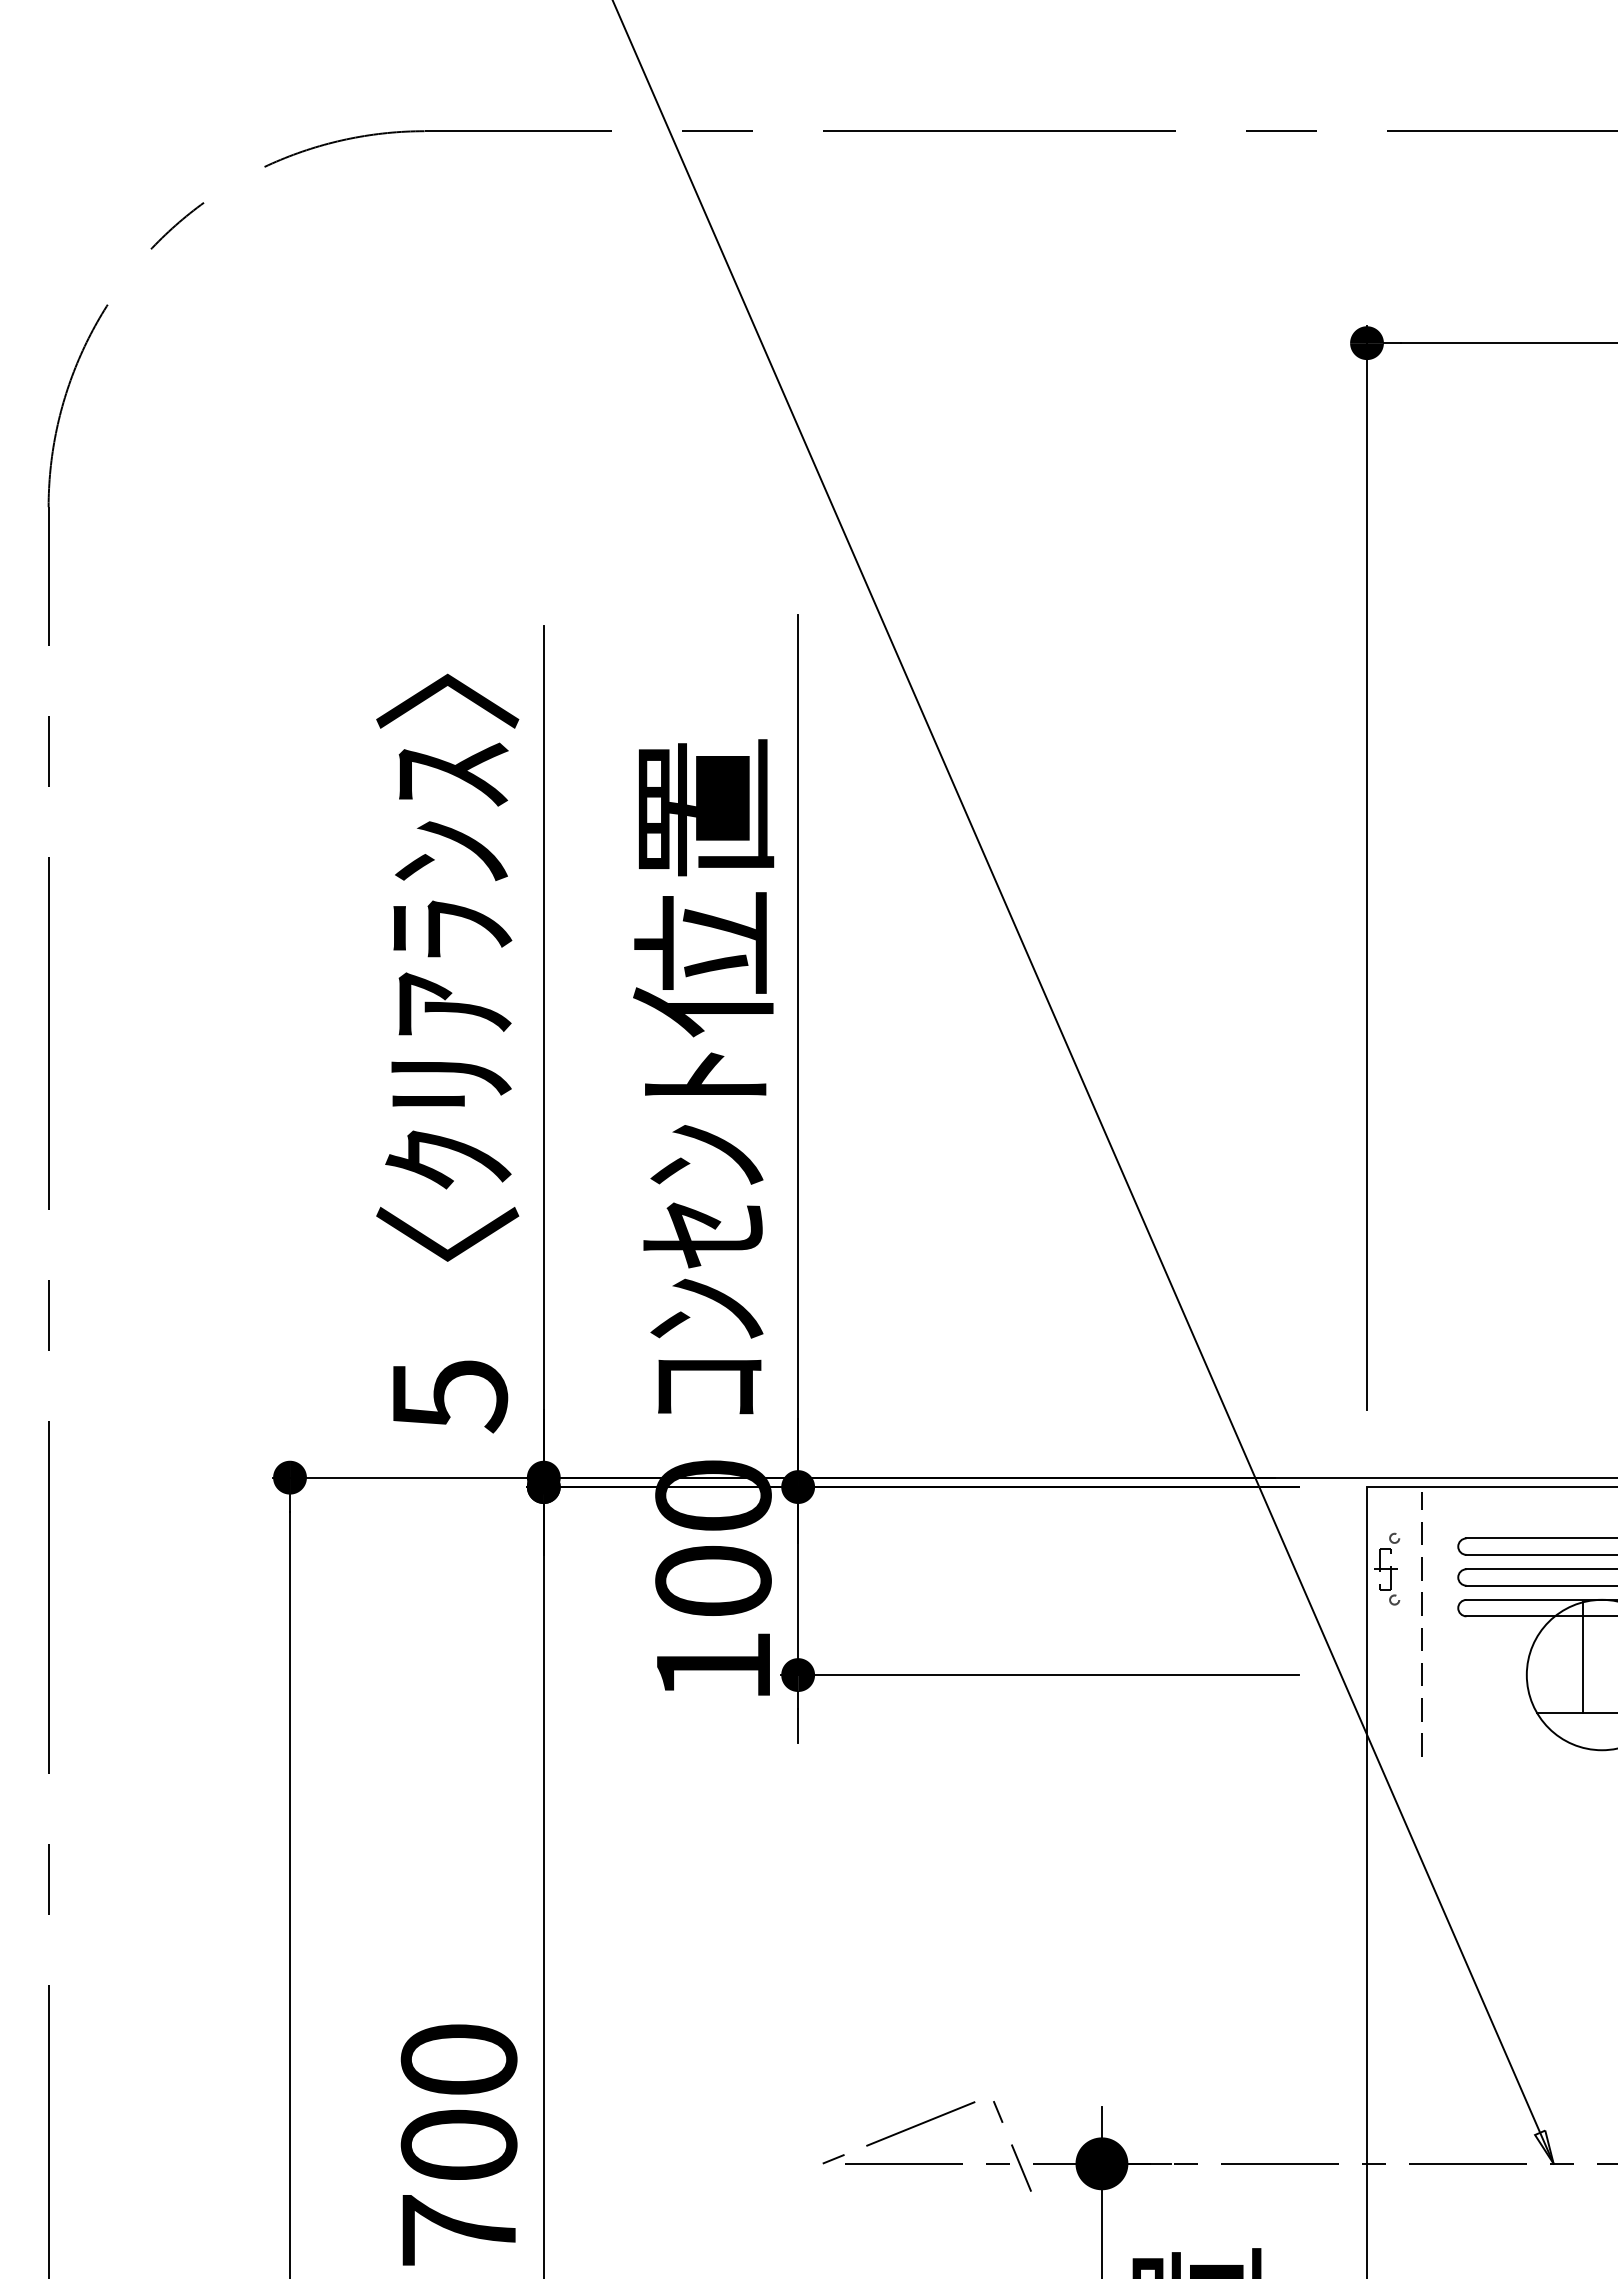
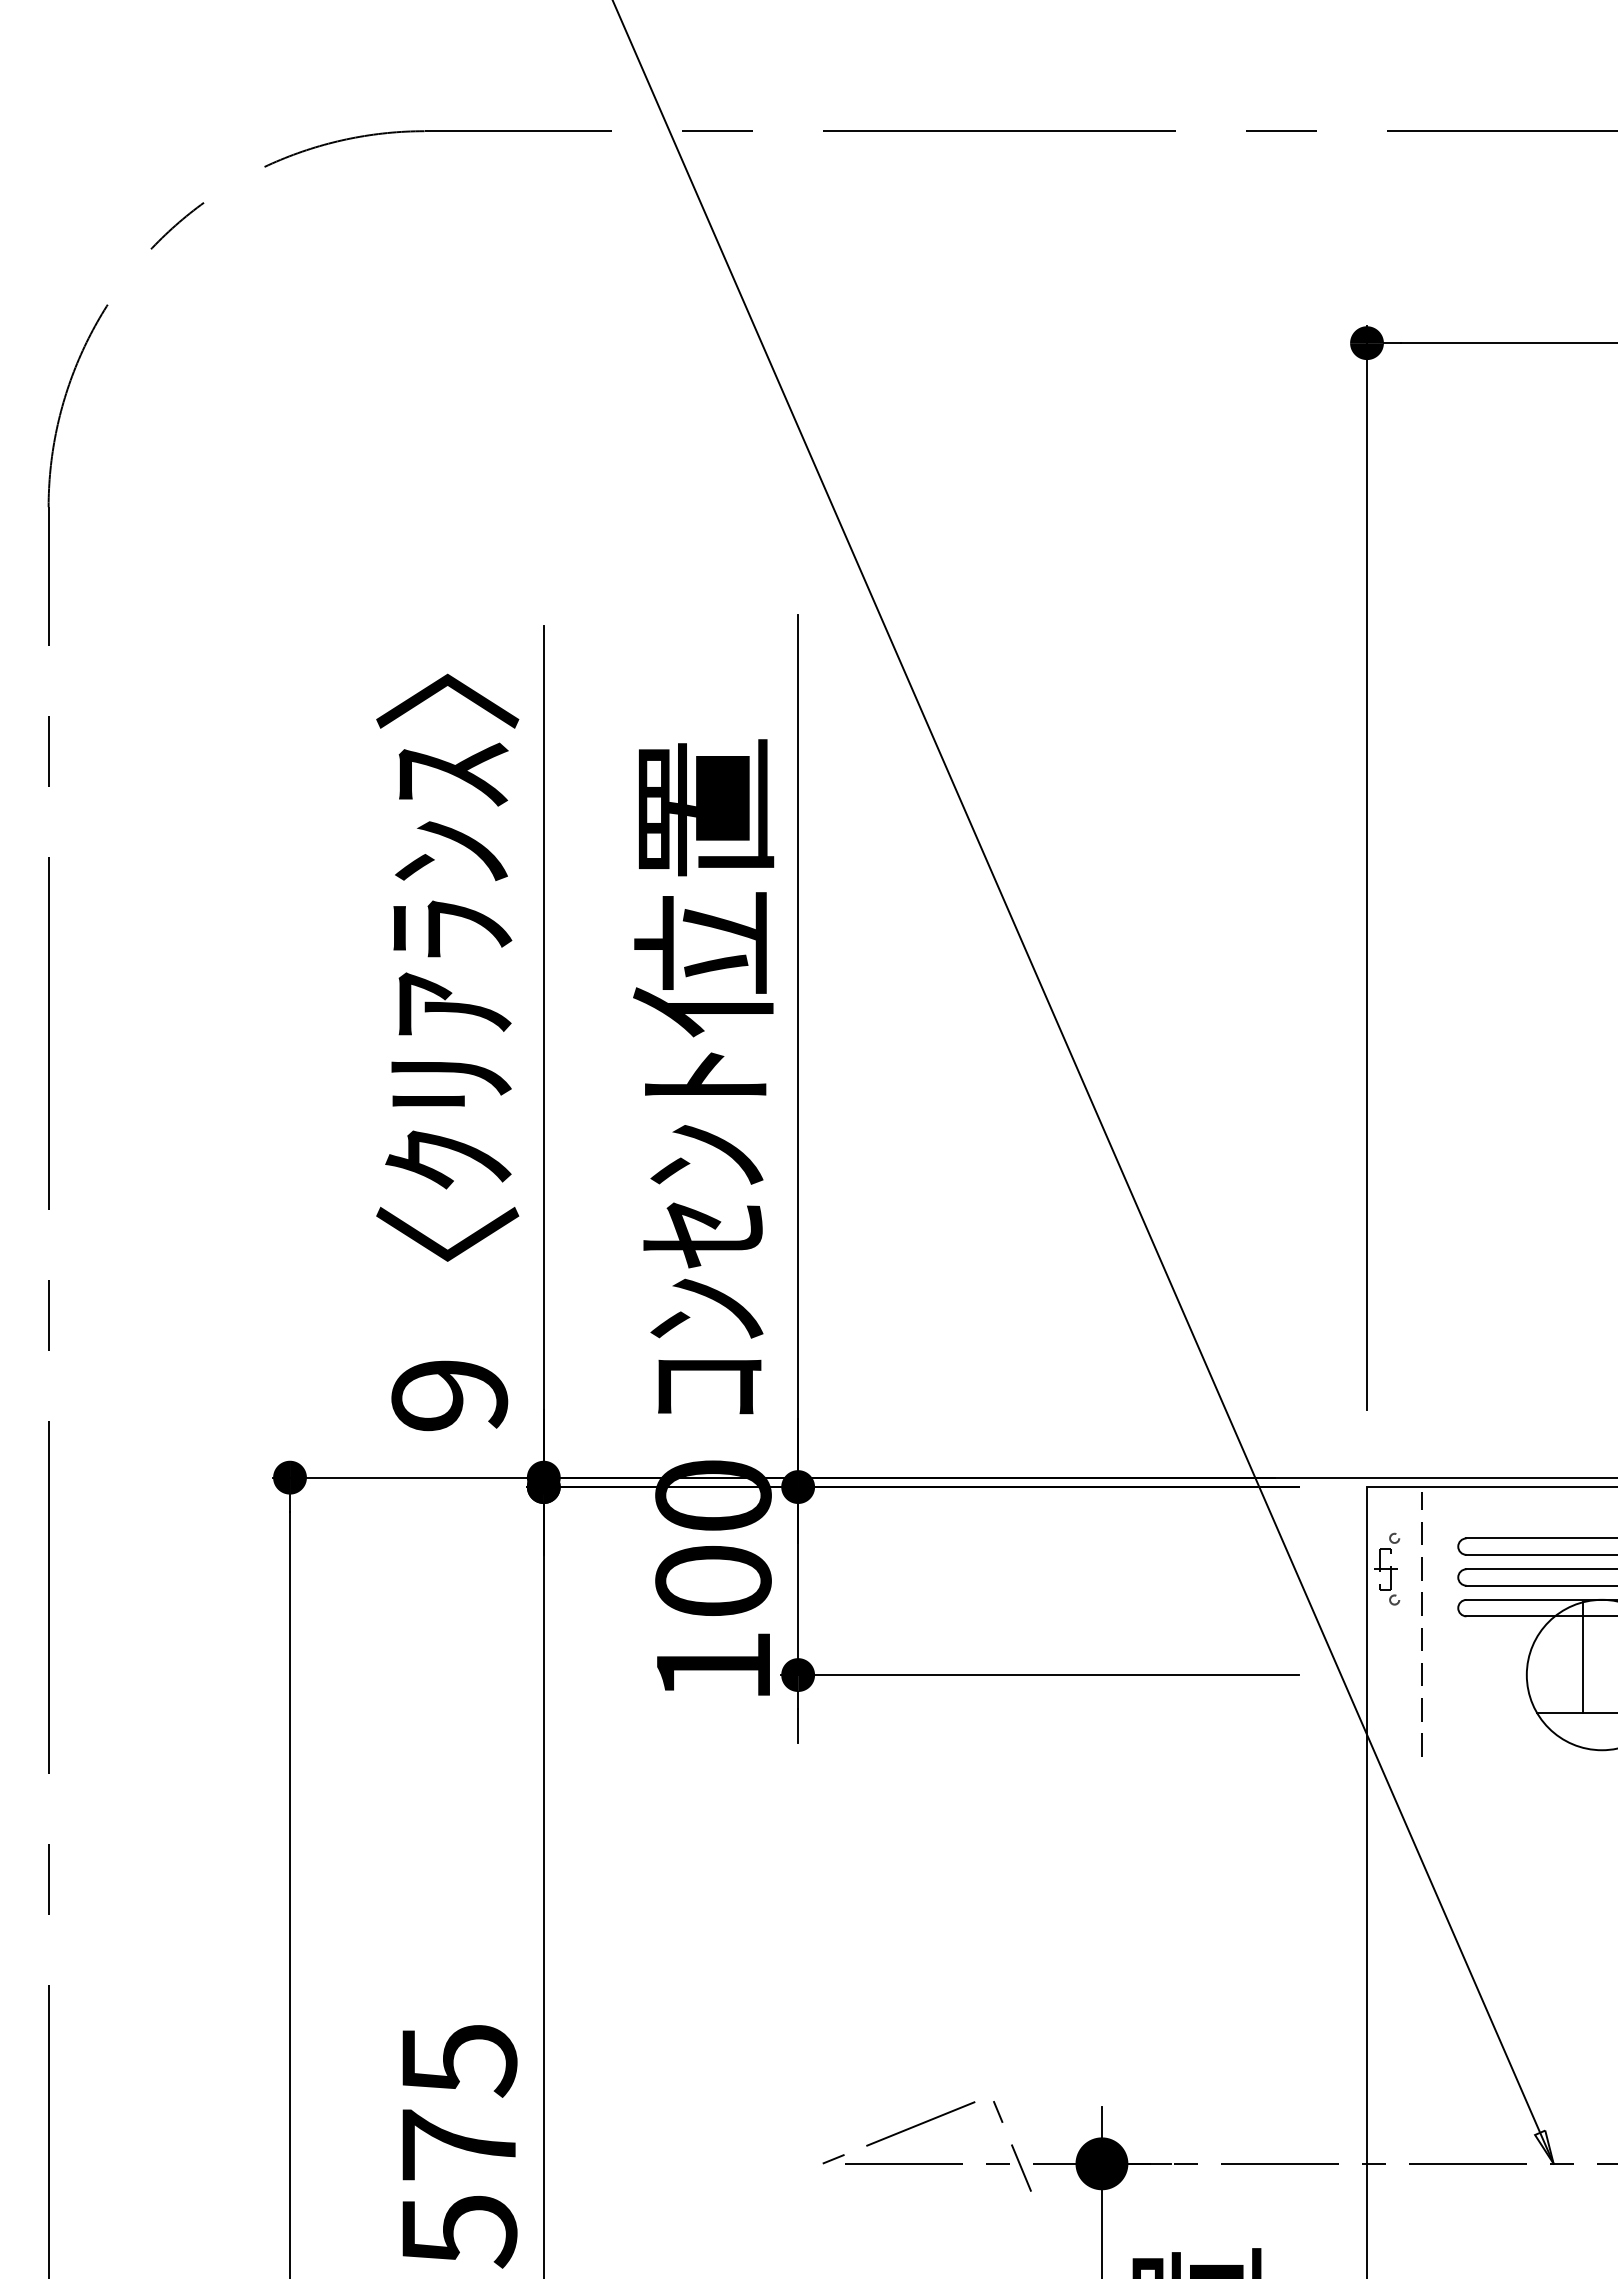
text at (449, 1396): 5 -> 9
text at (458, 2146): 700 -> 575
